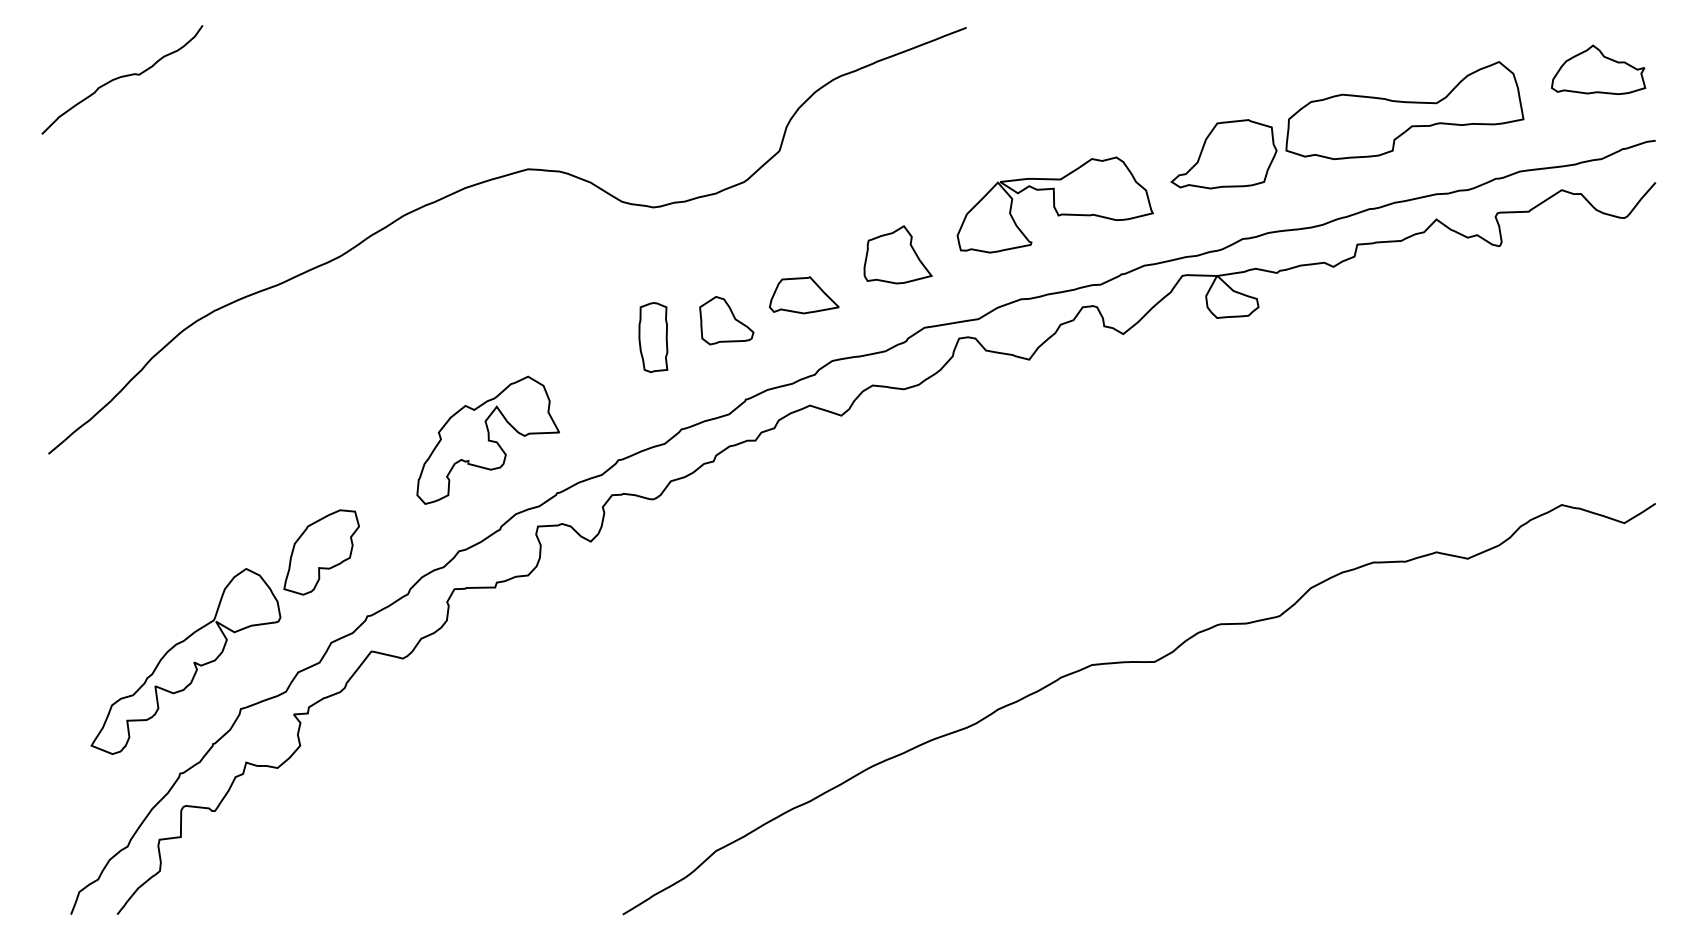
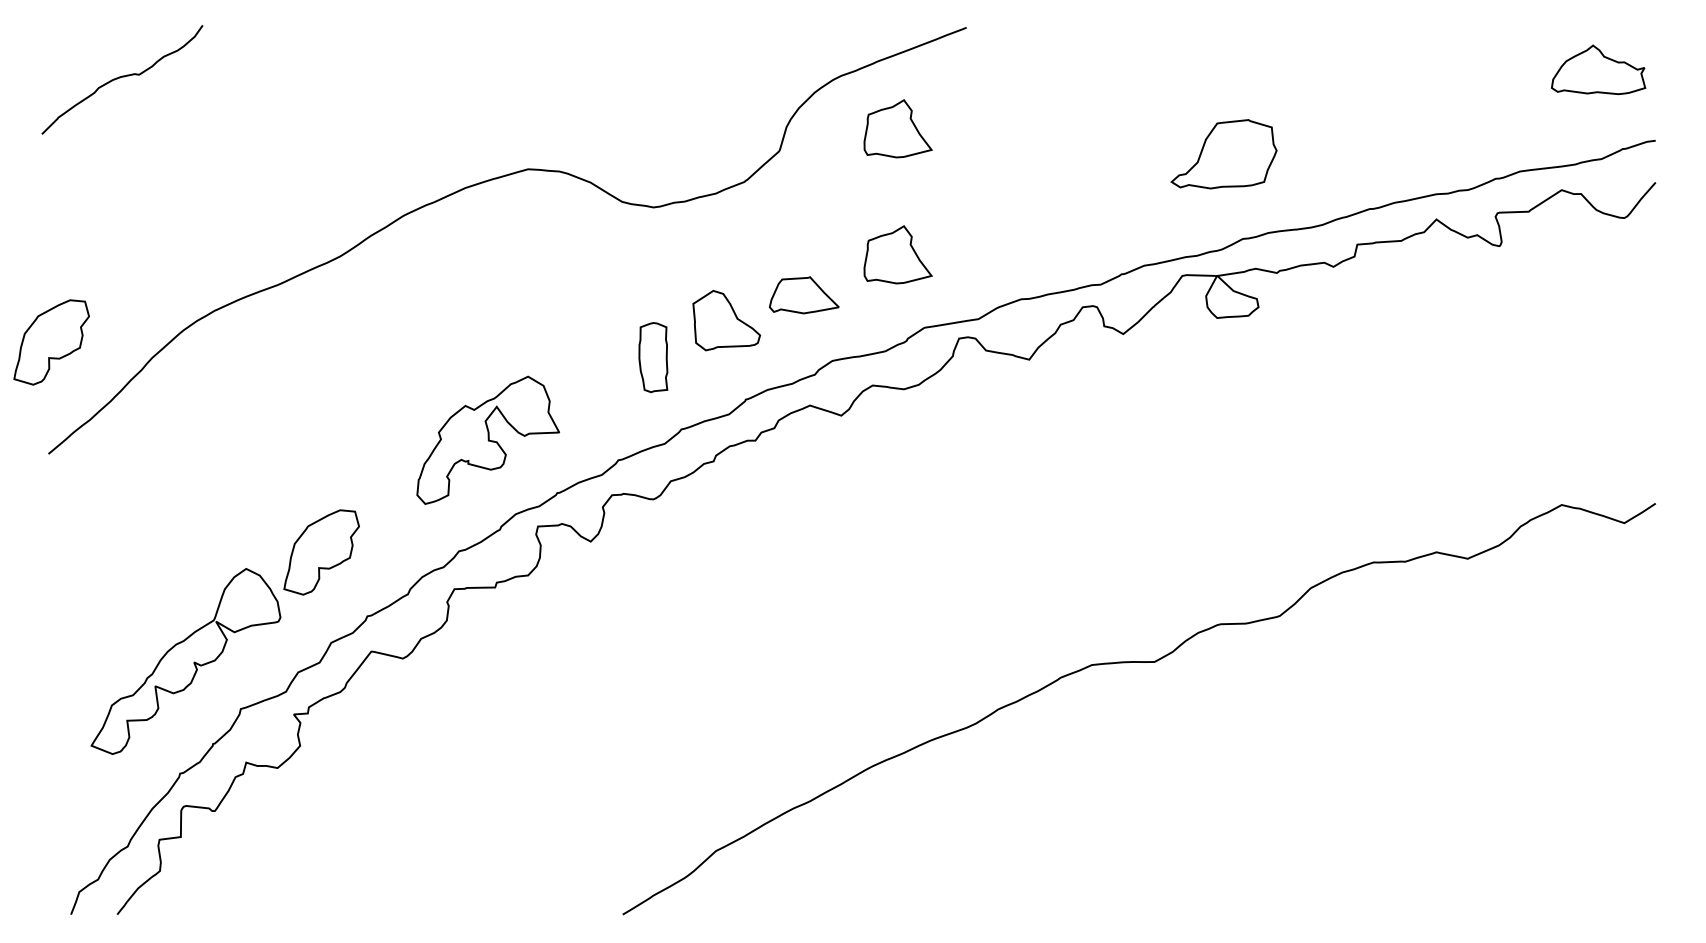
part at (1404, 110): present -> none
part at (897, 128): none -> present
part at (1054, 204): present -> none
part at (726, 320) size: 56x50 px -> 69x62 px
part at (653, 337) position: (653, 337) -> (653, 357)
part at (51, 342): none -> present
